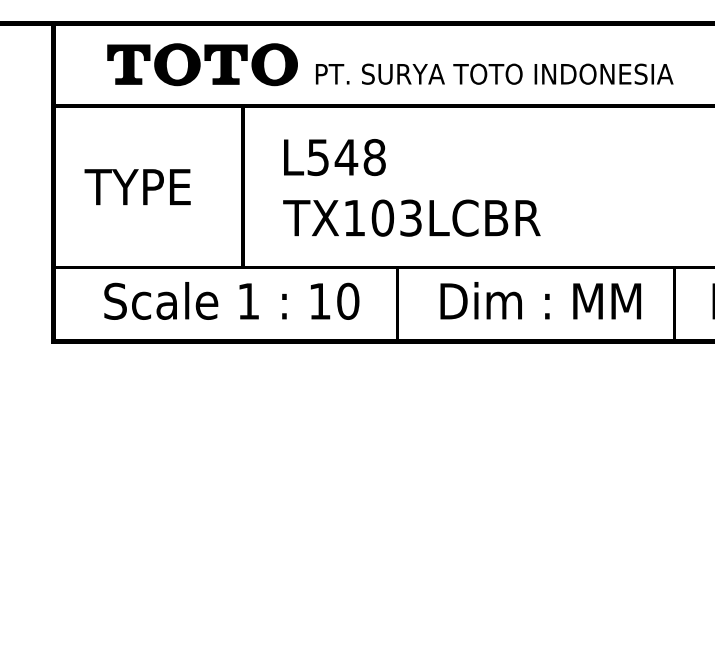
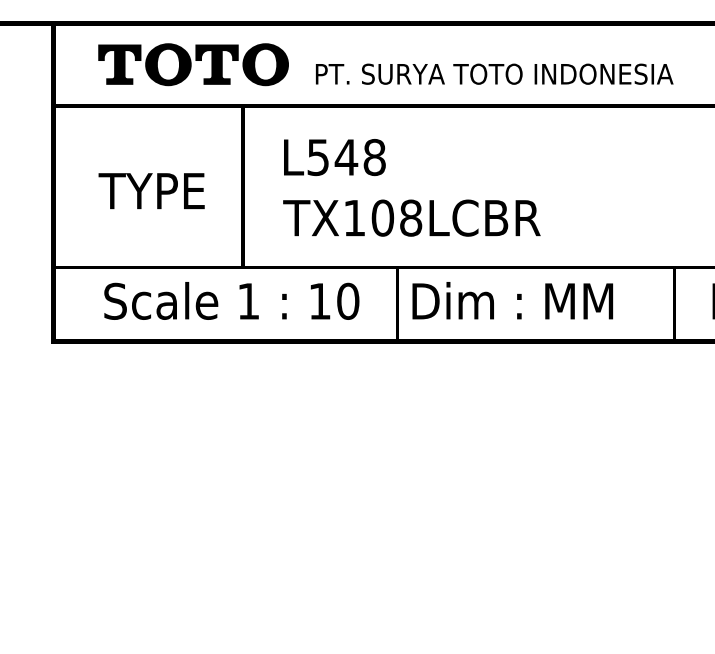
part at (202, 64) position: (202, 64) -> (193, 64)
text at (137, 187) position: (137, 187) -> (151, 191)
text at (411, 217): TX103LCBR -> TX108LCBR
text at (540, 300) position: (540, 300) -> (512, 300)
